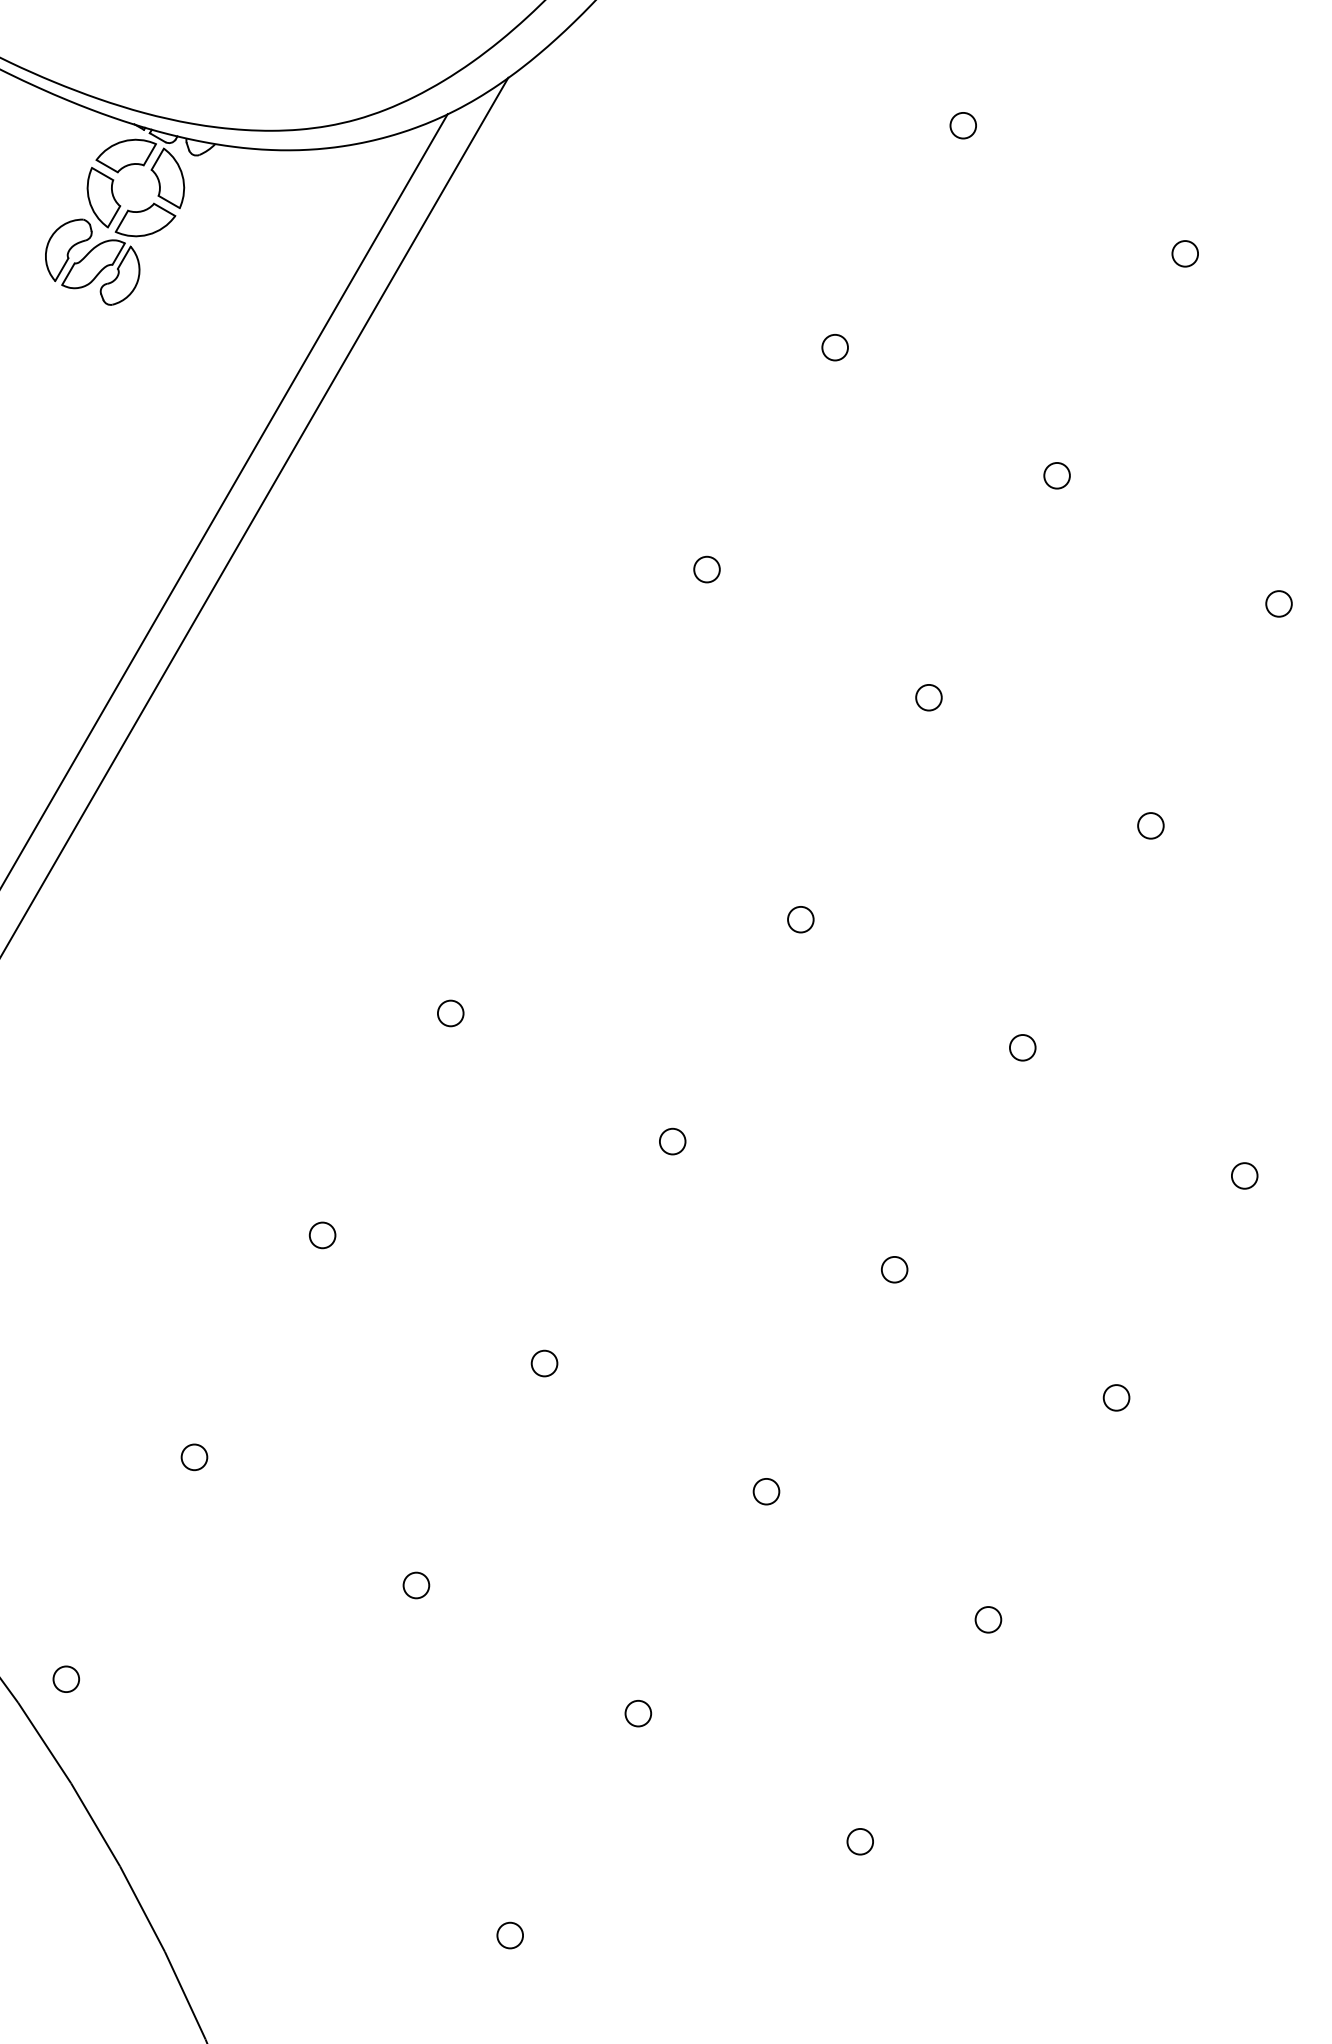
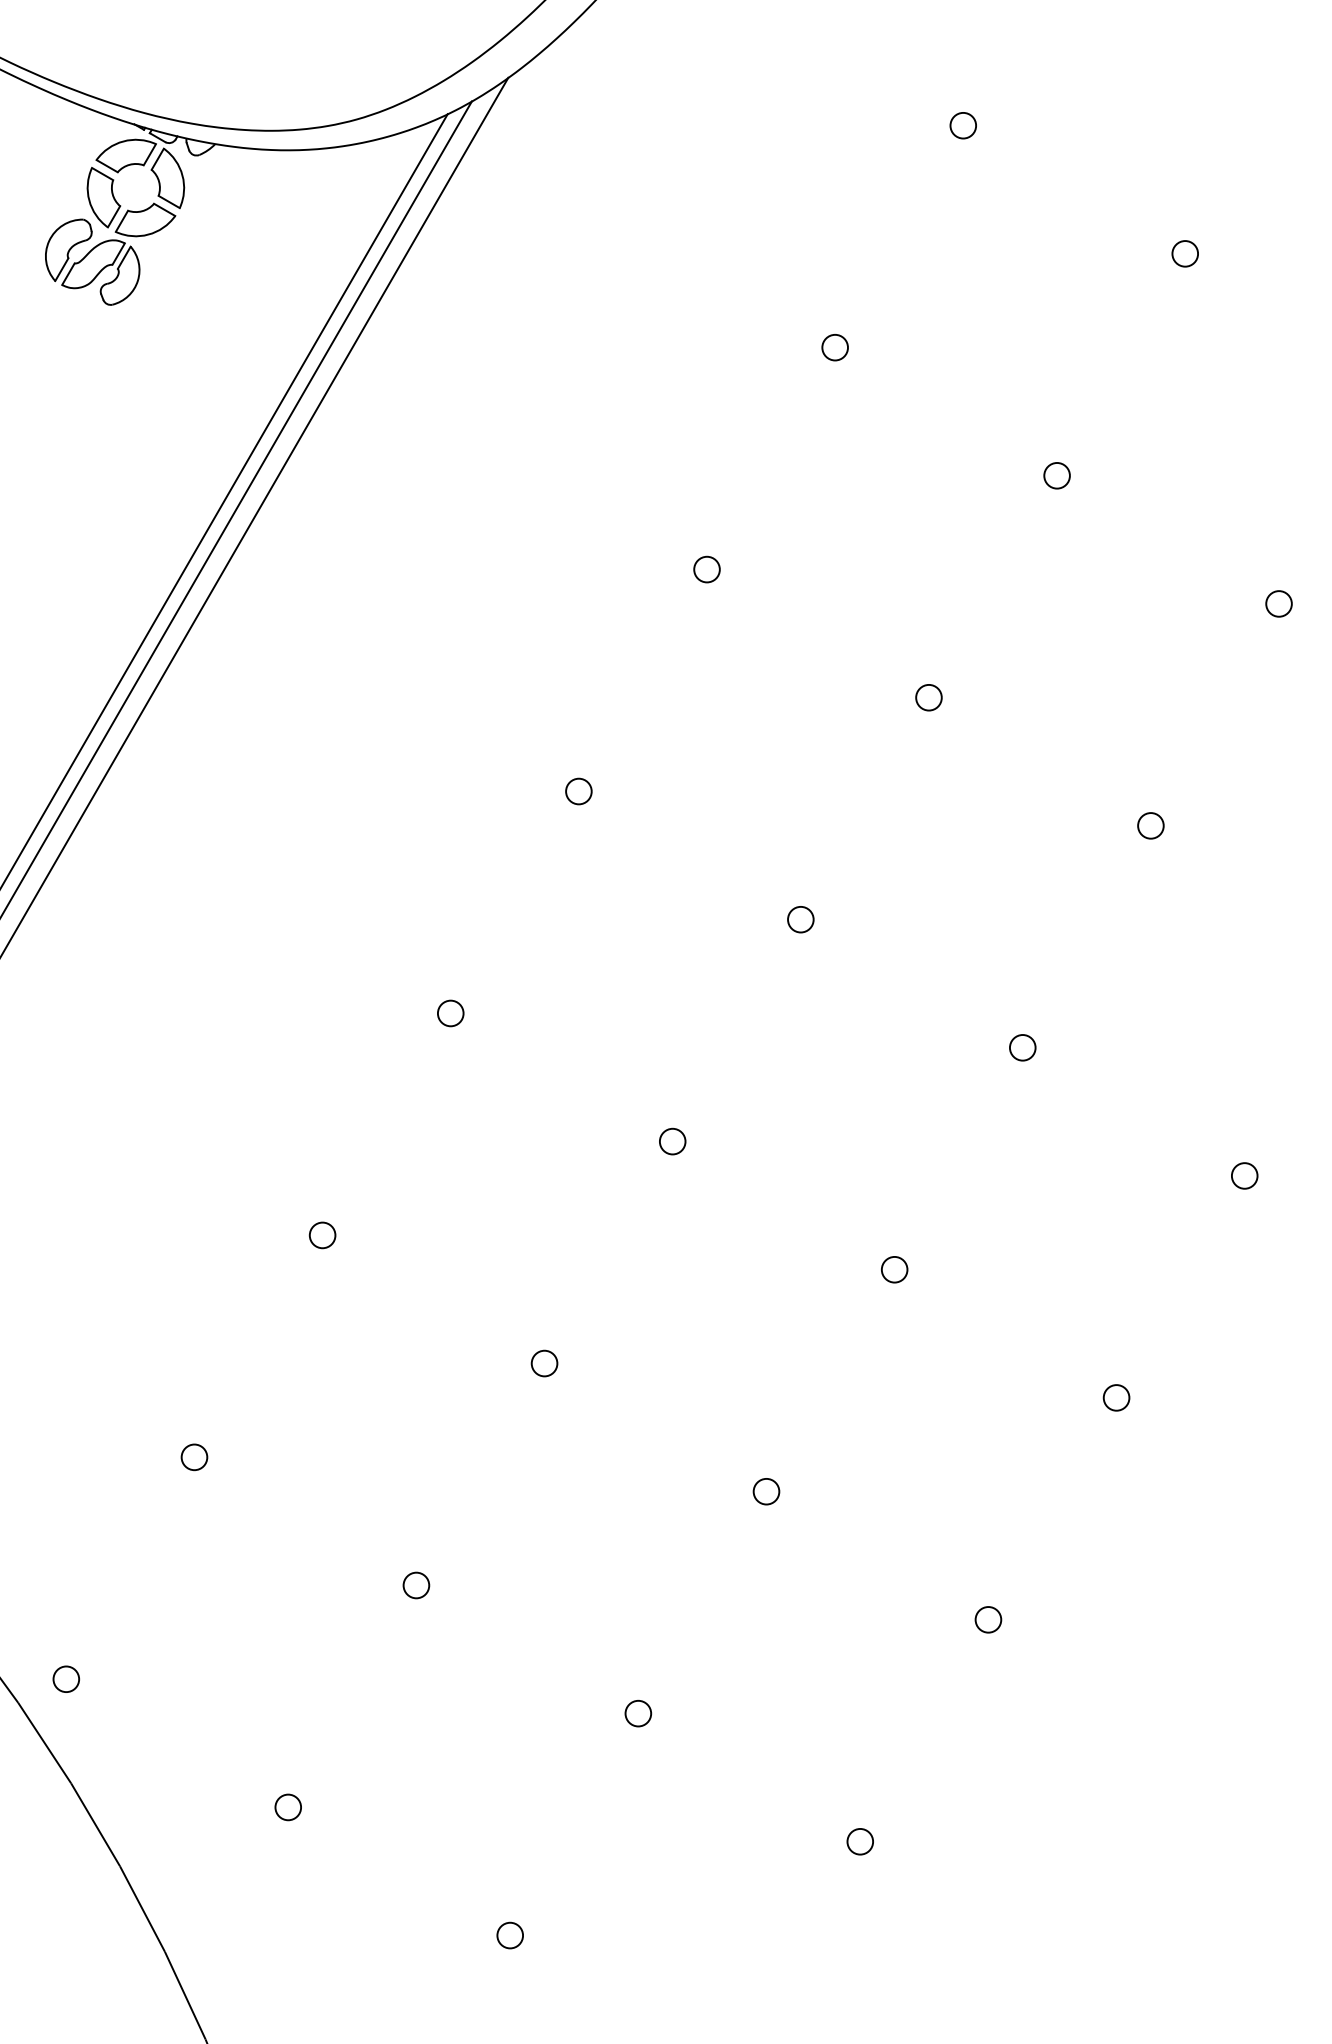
line at (236, 507): none -> present
circle at (578, 791): none -> present
circle at (287, 1807): none -> present
